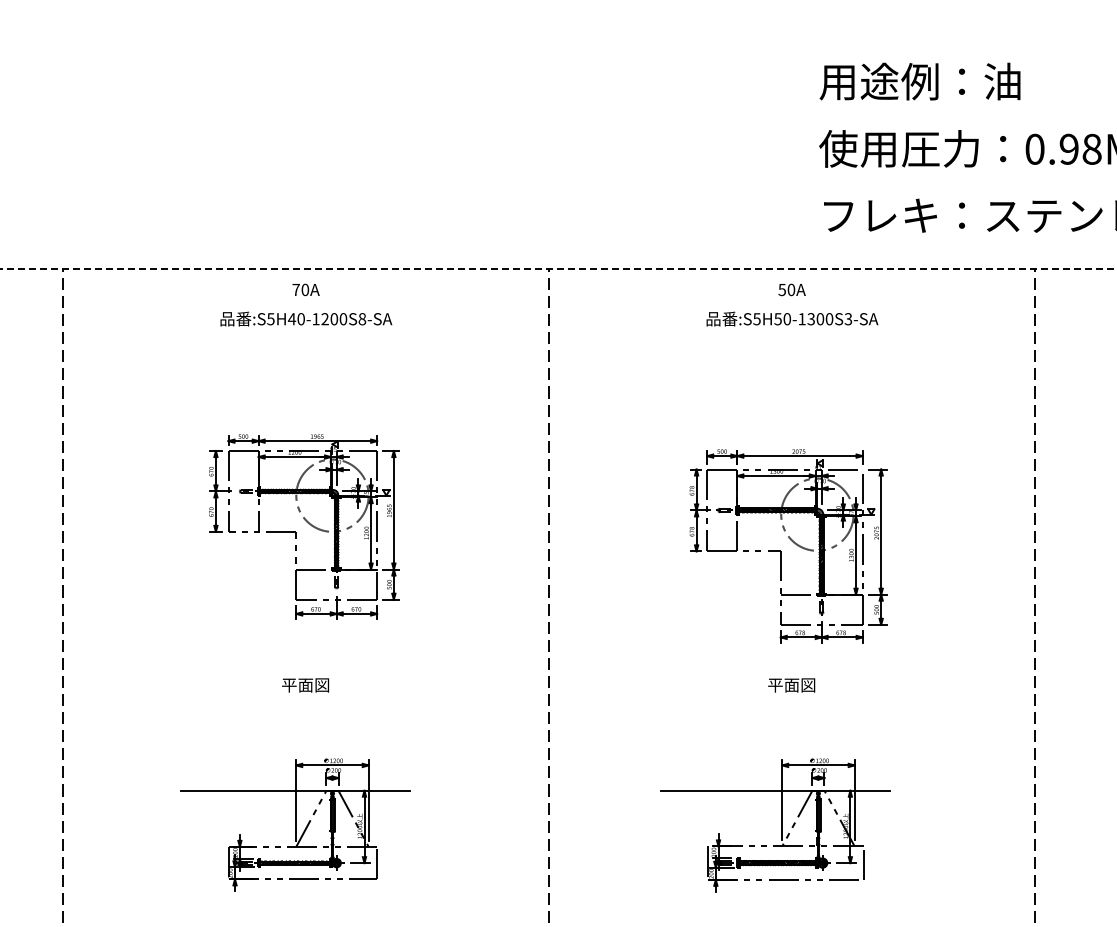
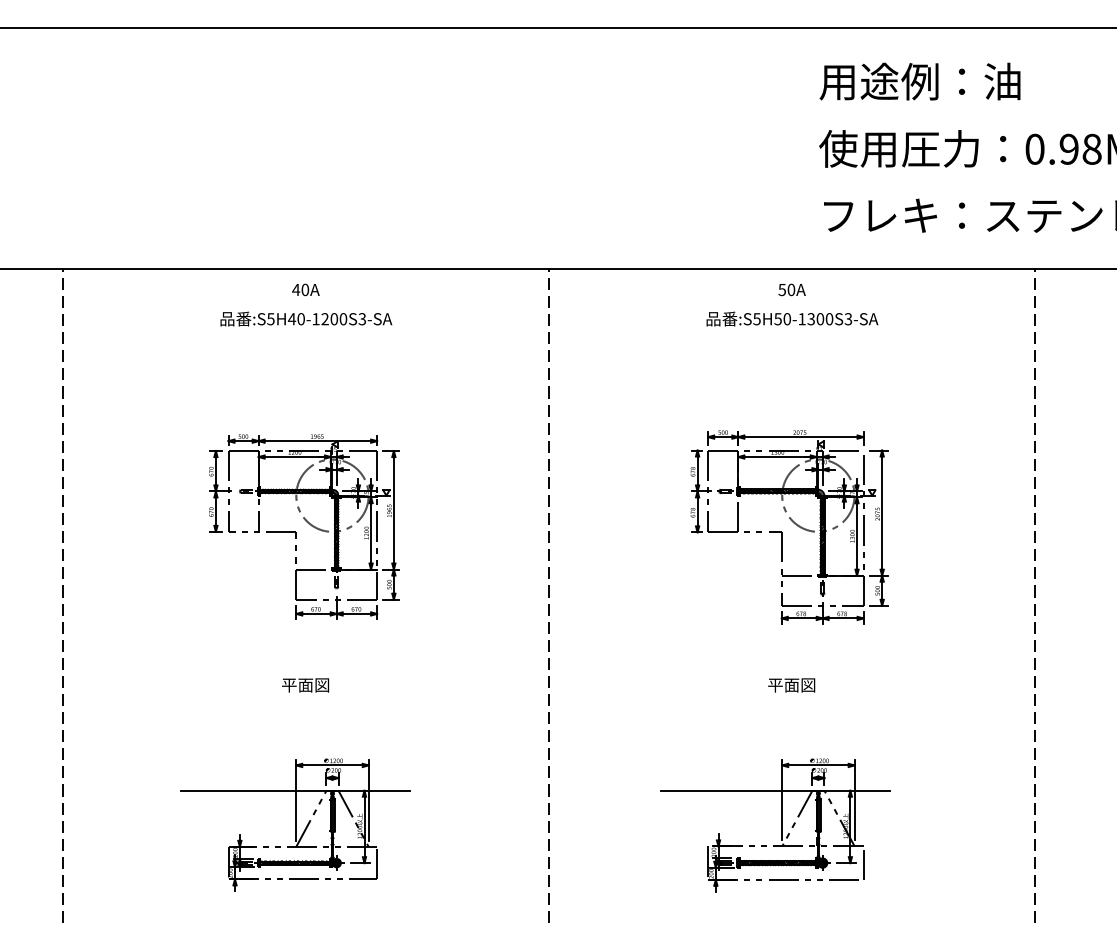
line at (557, 27): none -> present
line at (558, 268): dashed -> solid
text at (296, 289): 70A -> 40A
text at (362, 319): :S5H40-1200S8-SA -> :S5H40-1200S3-SA
part at (788, 546) position: (788, 546) -> (789, 527)
